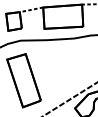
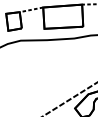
part at (23, 80): present -> none
